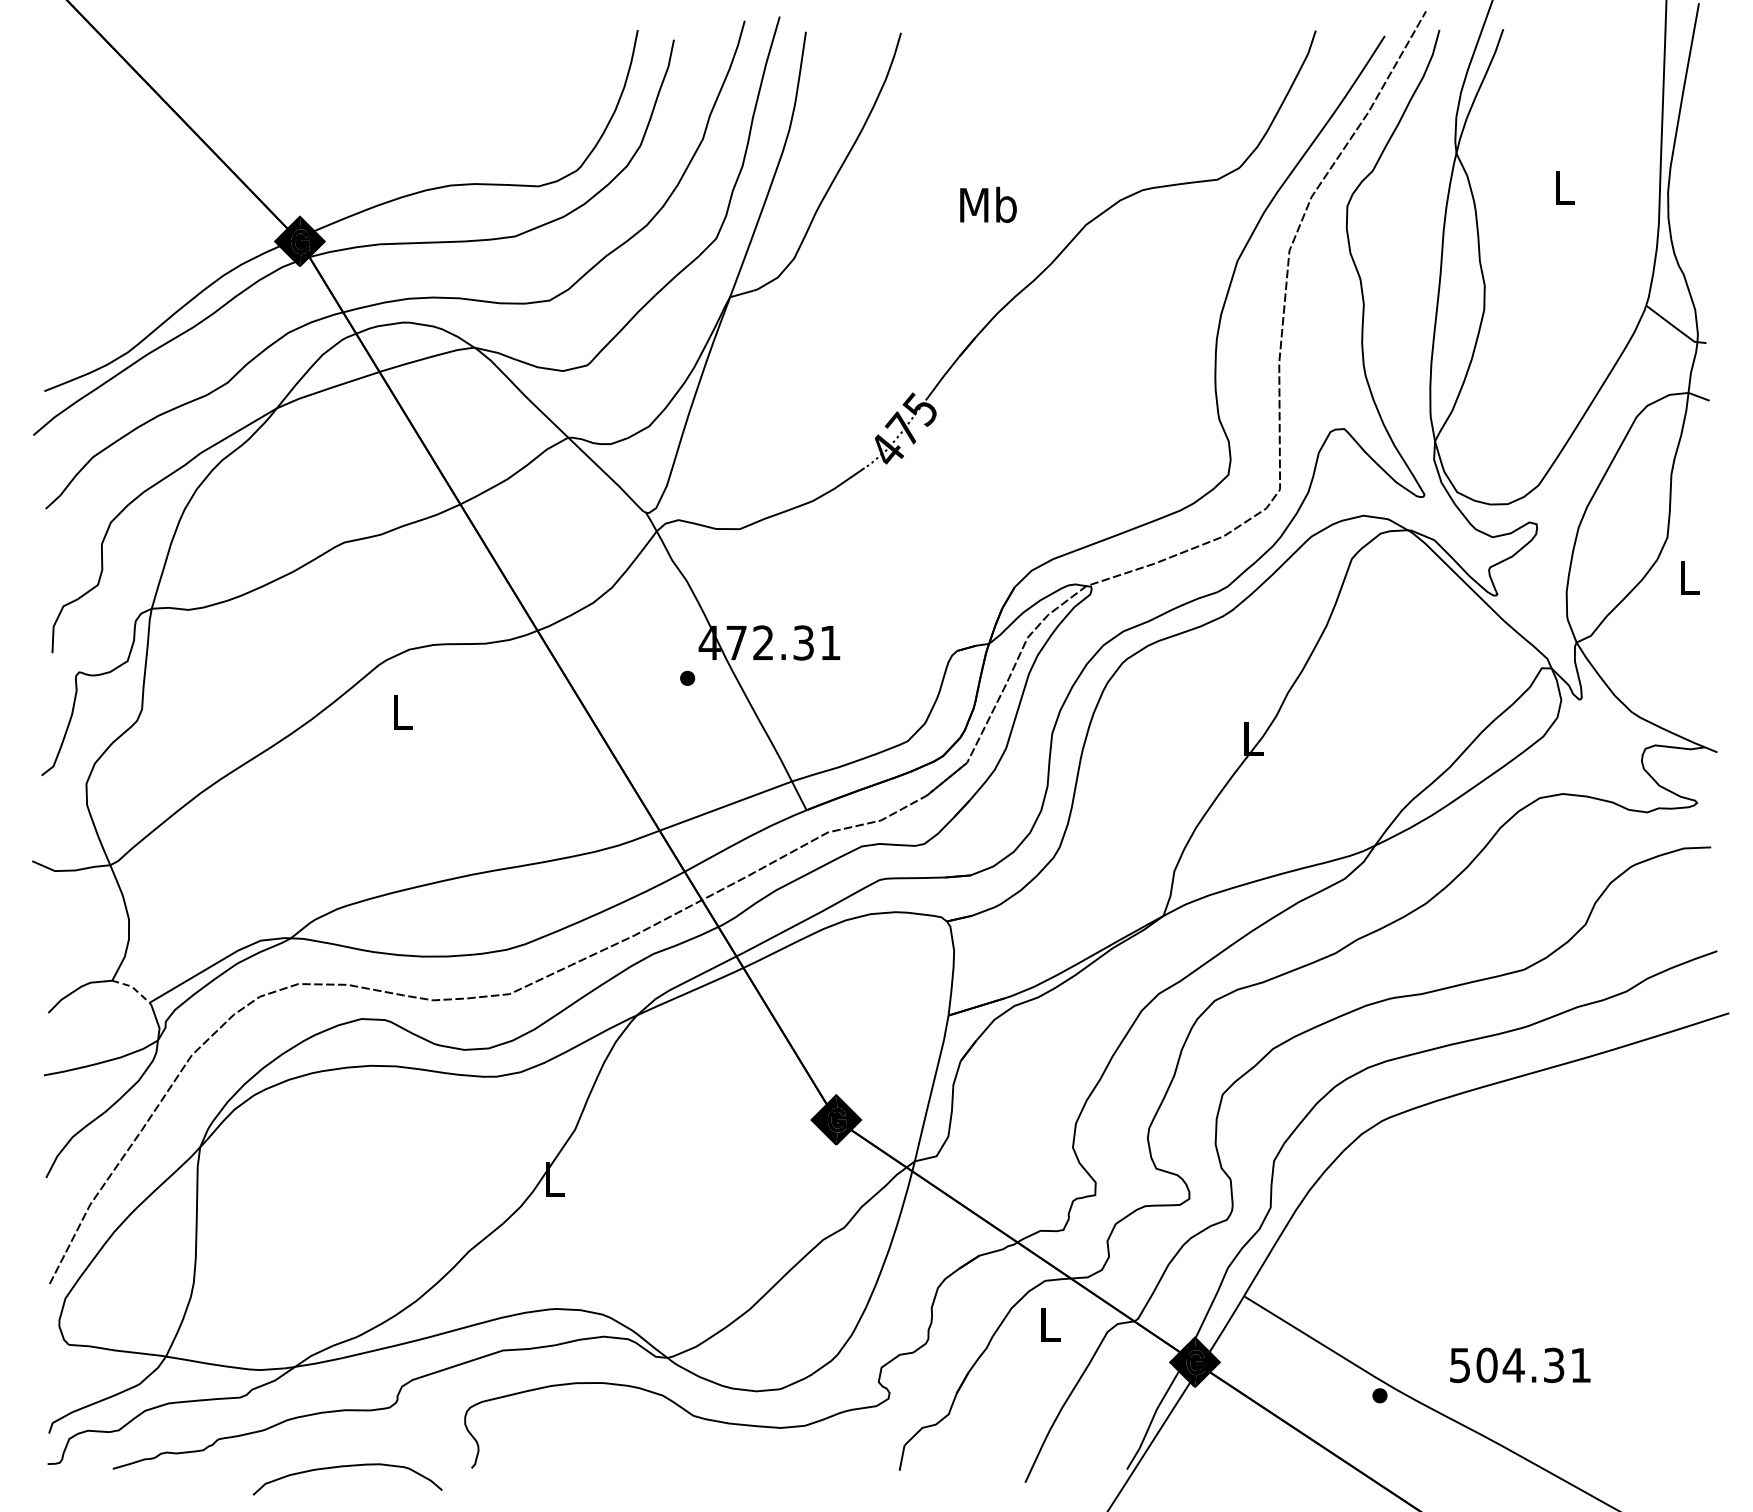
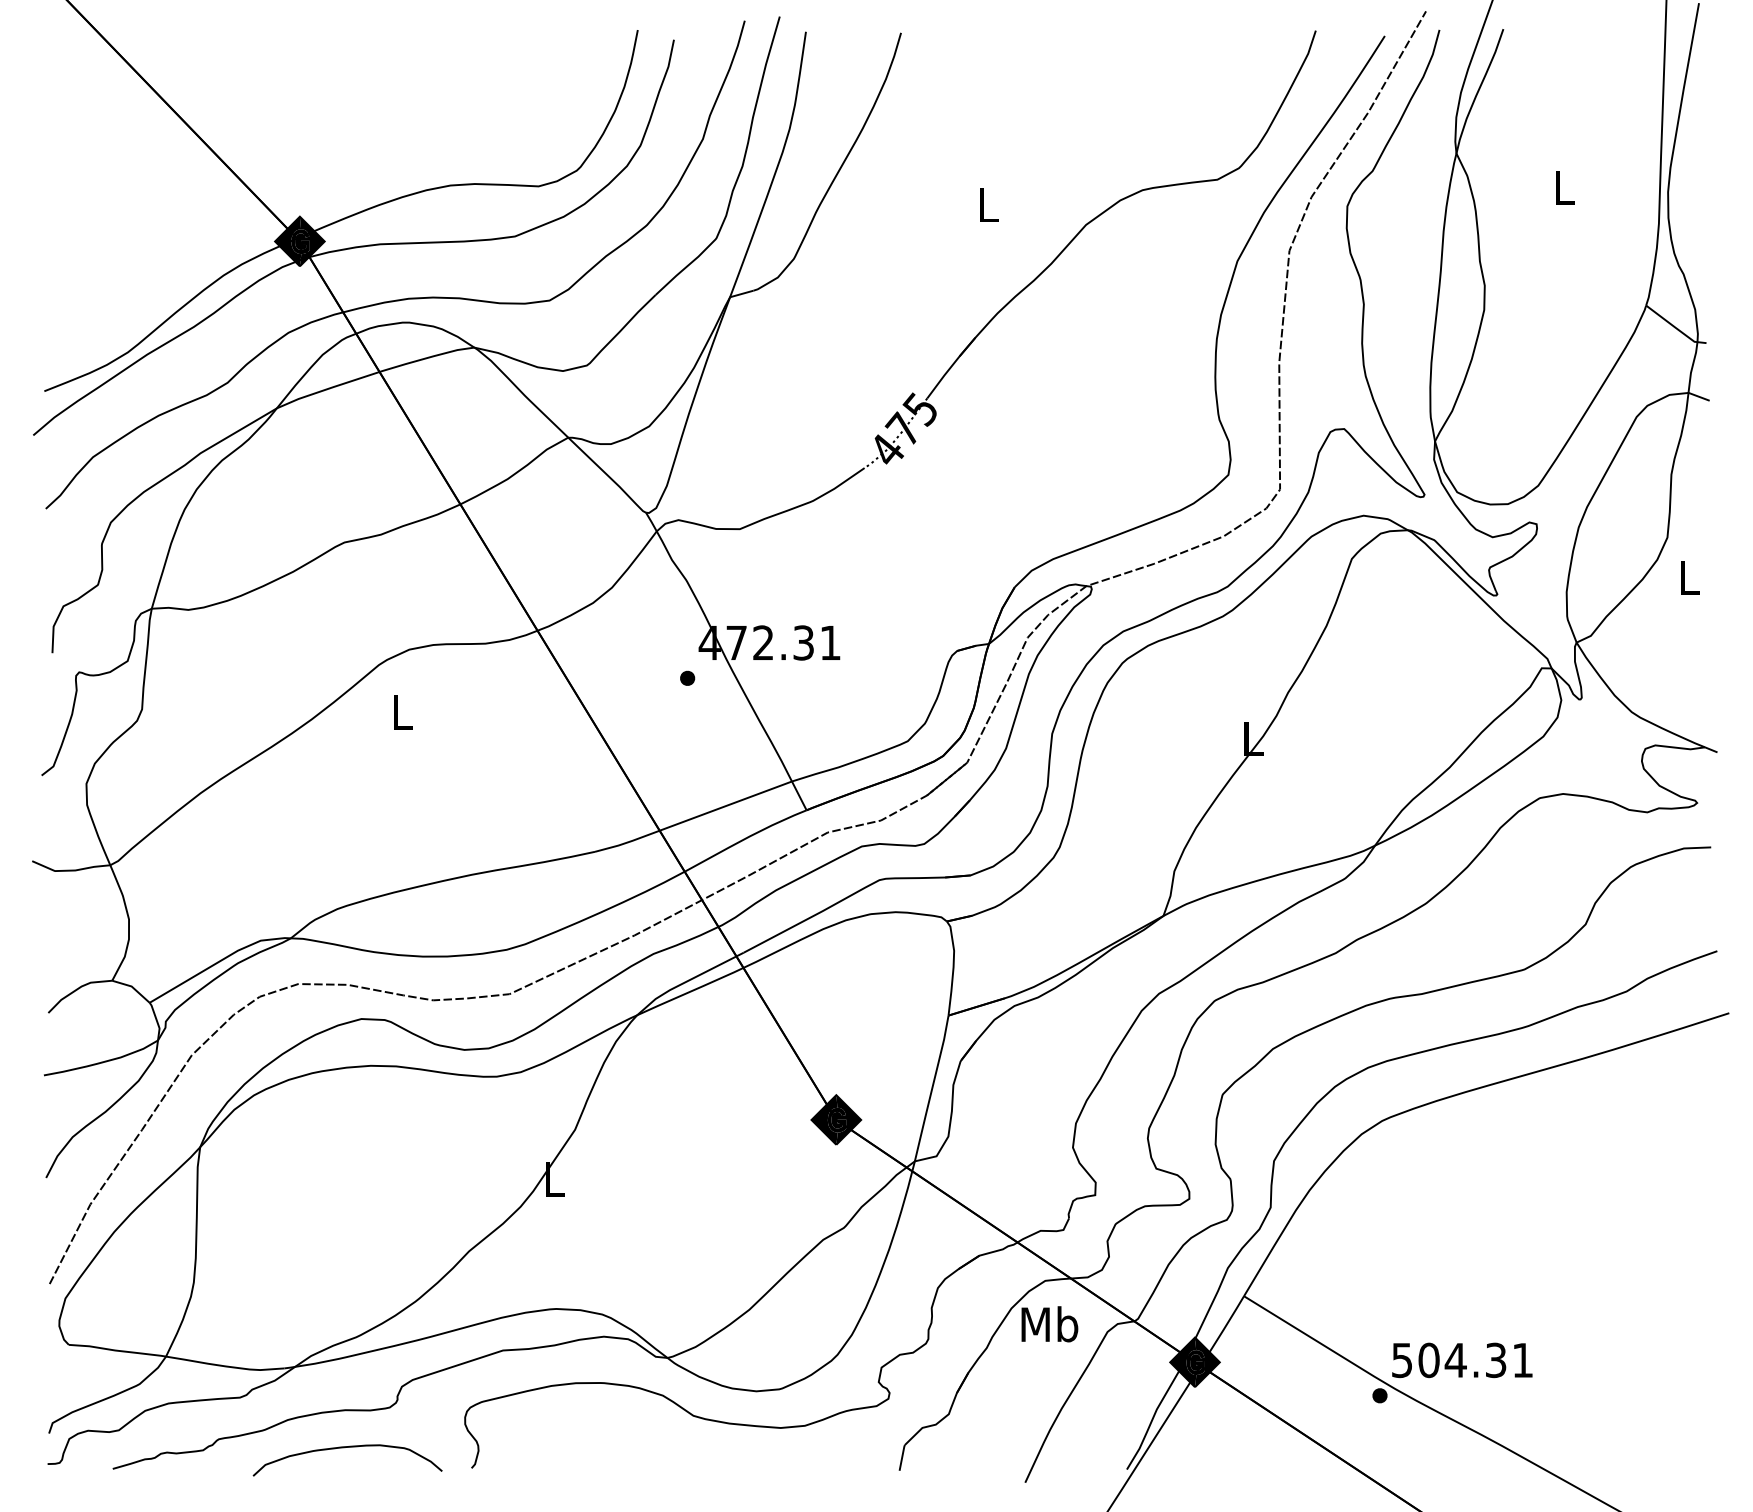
text at (988, 204): Mb -> L
line at (133, 987): dashed -> solid
text at (1049, 1324): L -> Mb
text at (1520, 1365) position: (1520, 1365) -> (1462, 1360)
curve at (344, 1467) position: (344, 1467) -> (344, 1448)
